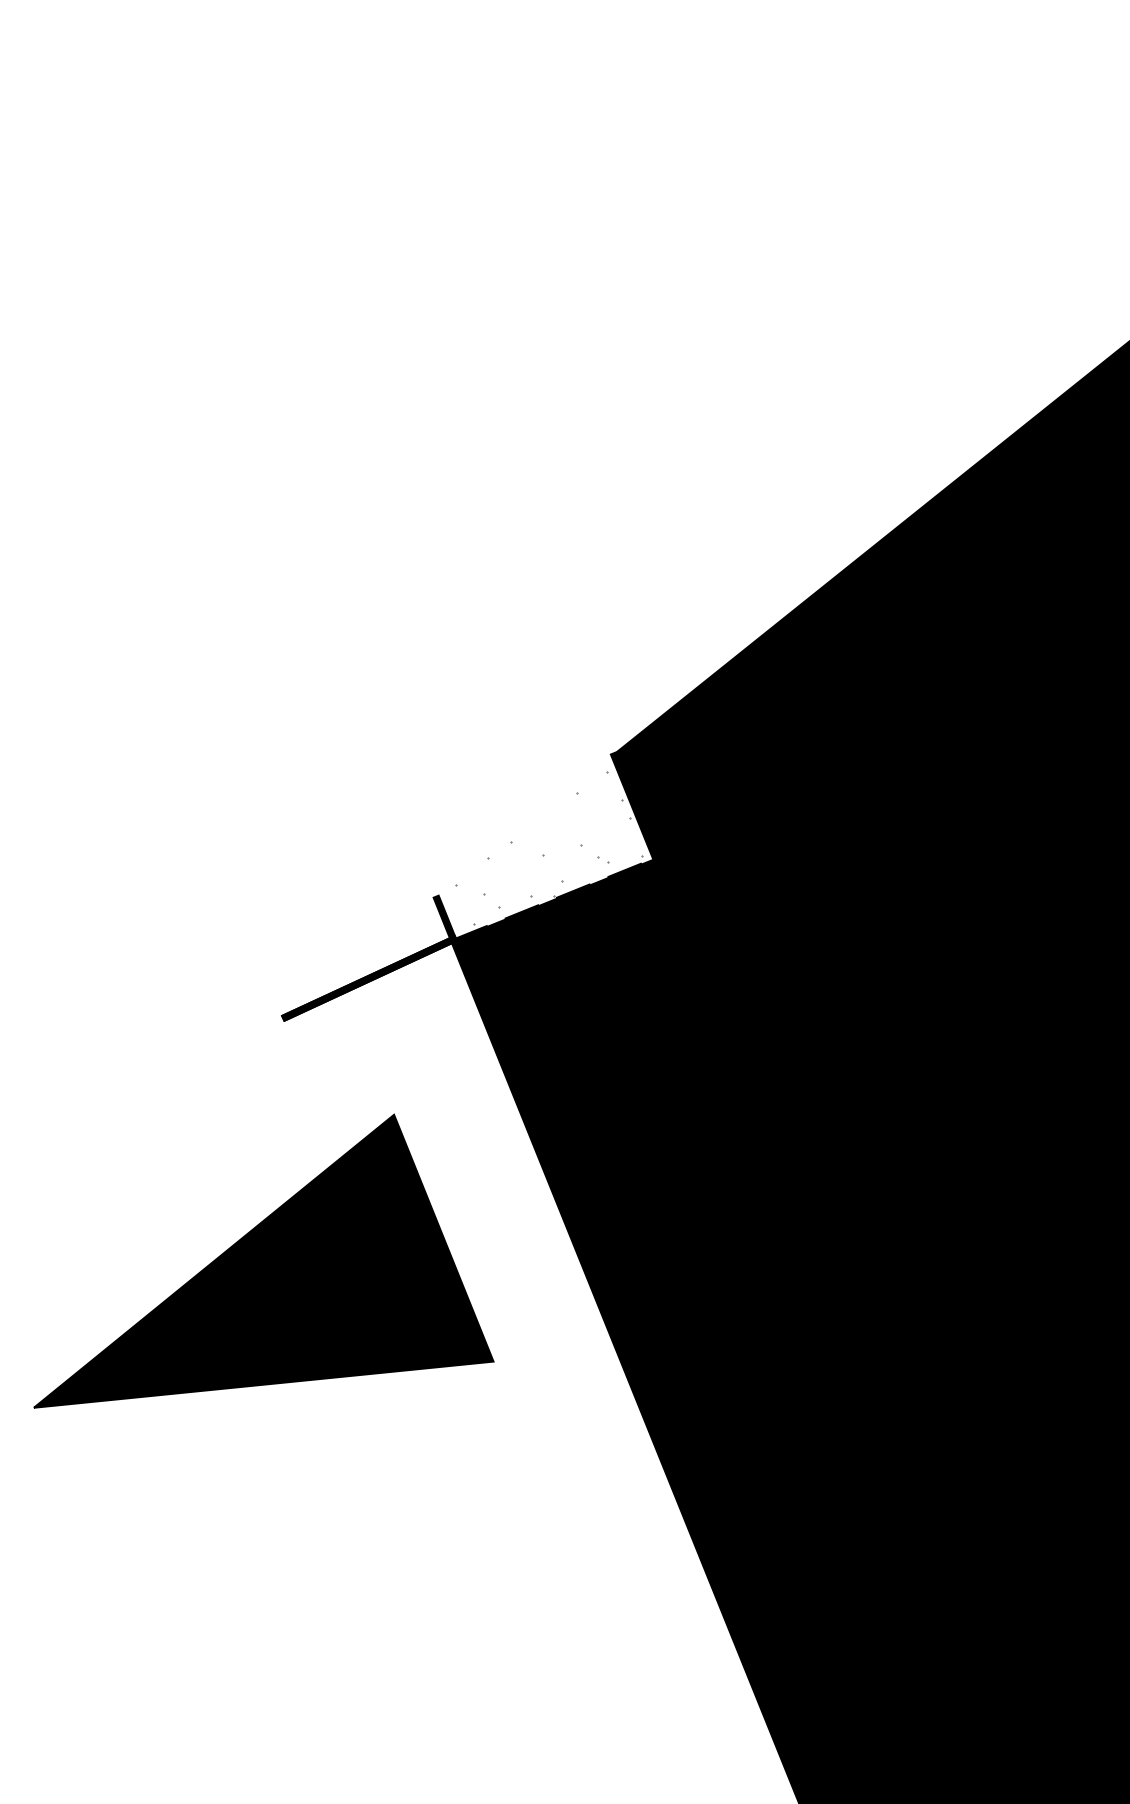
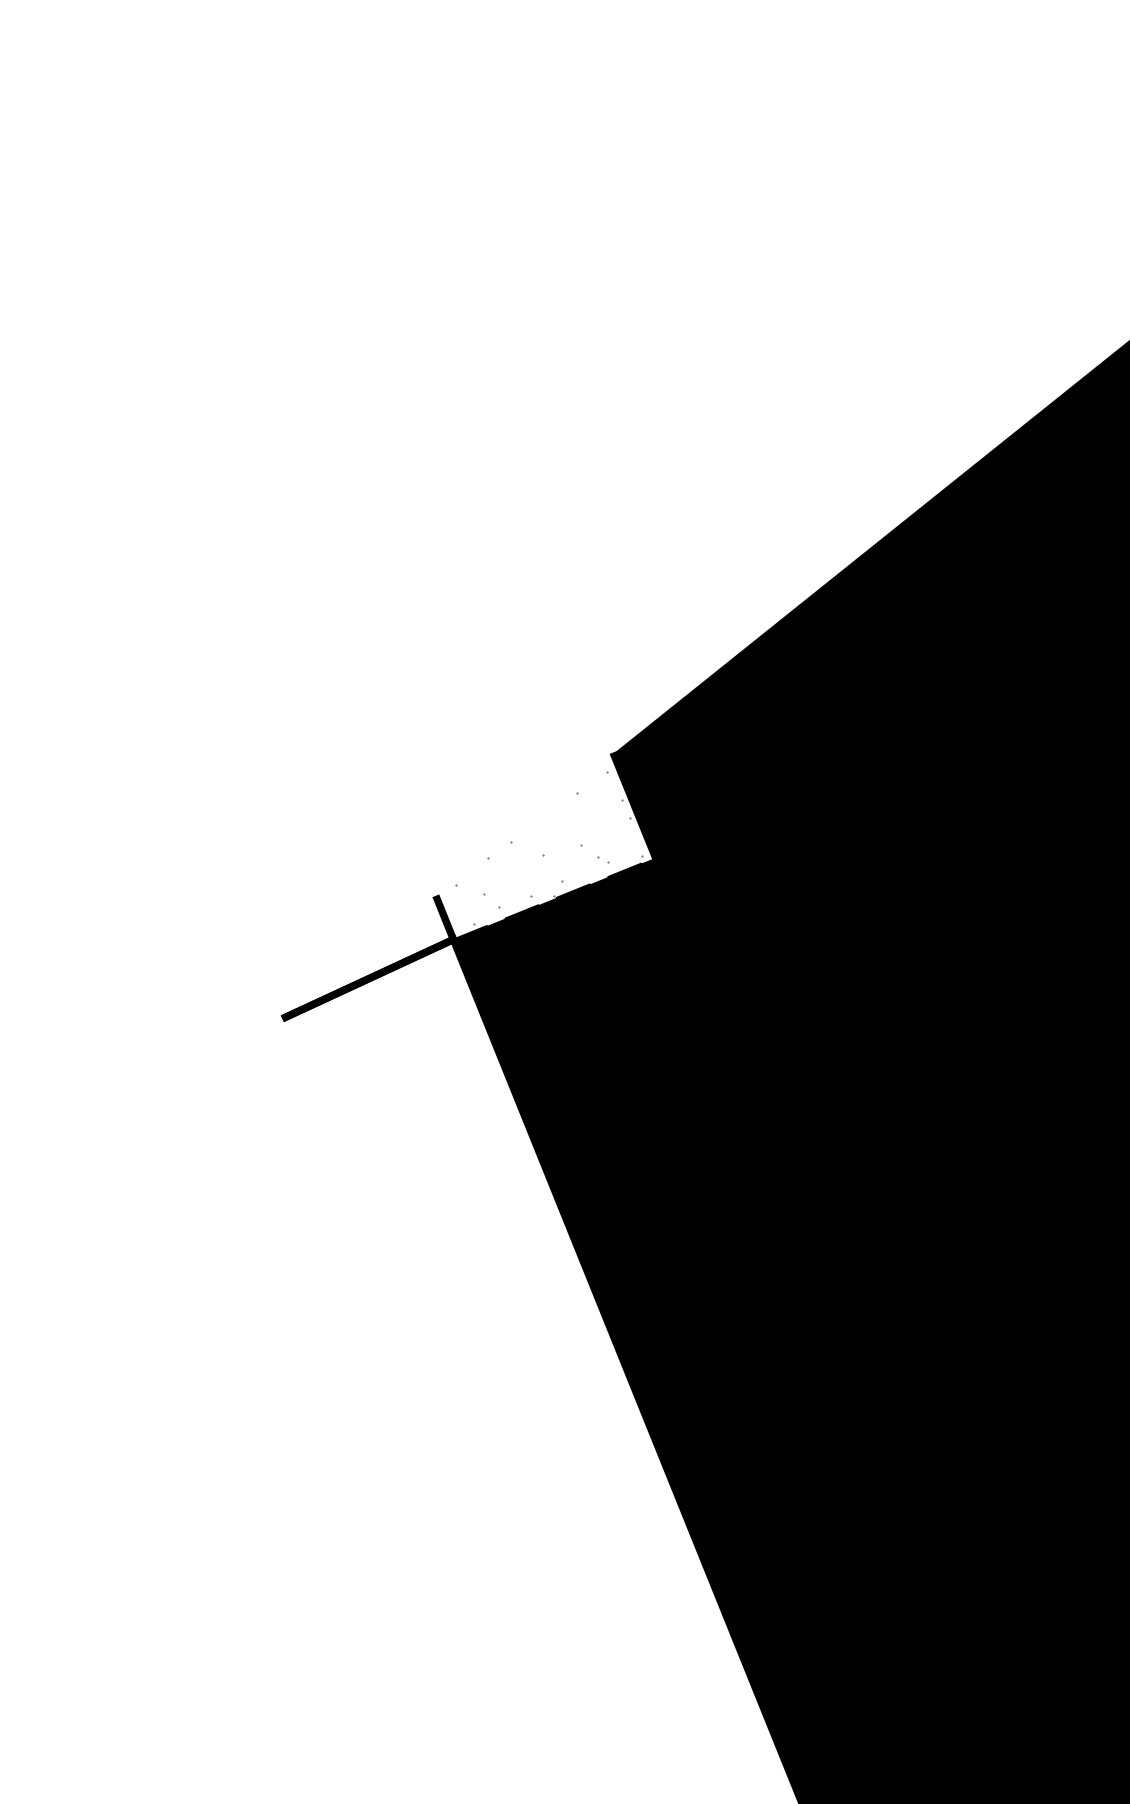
part at (263, 1260): present -> none
